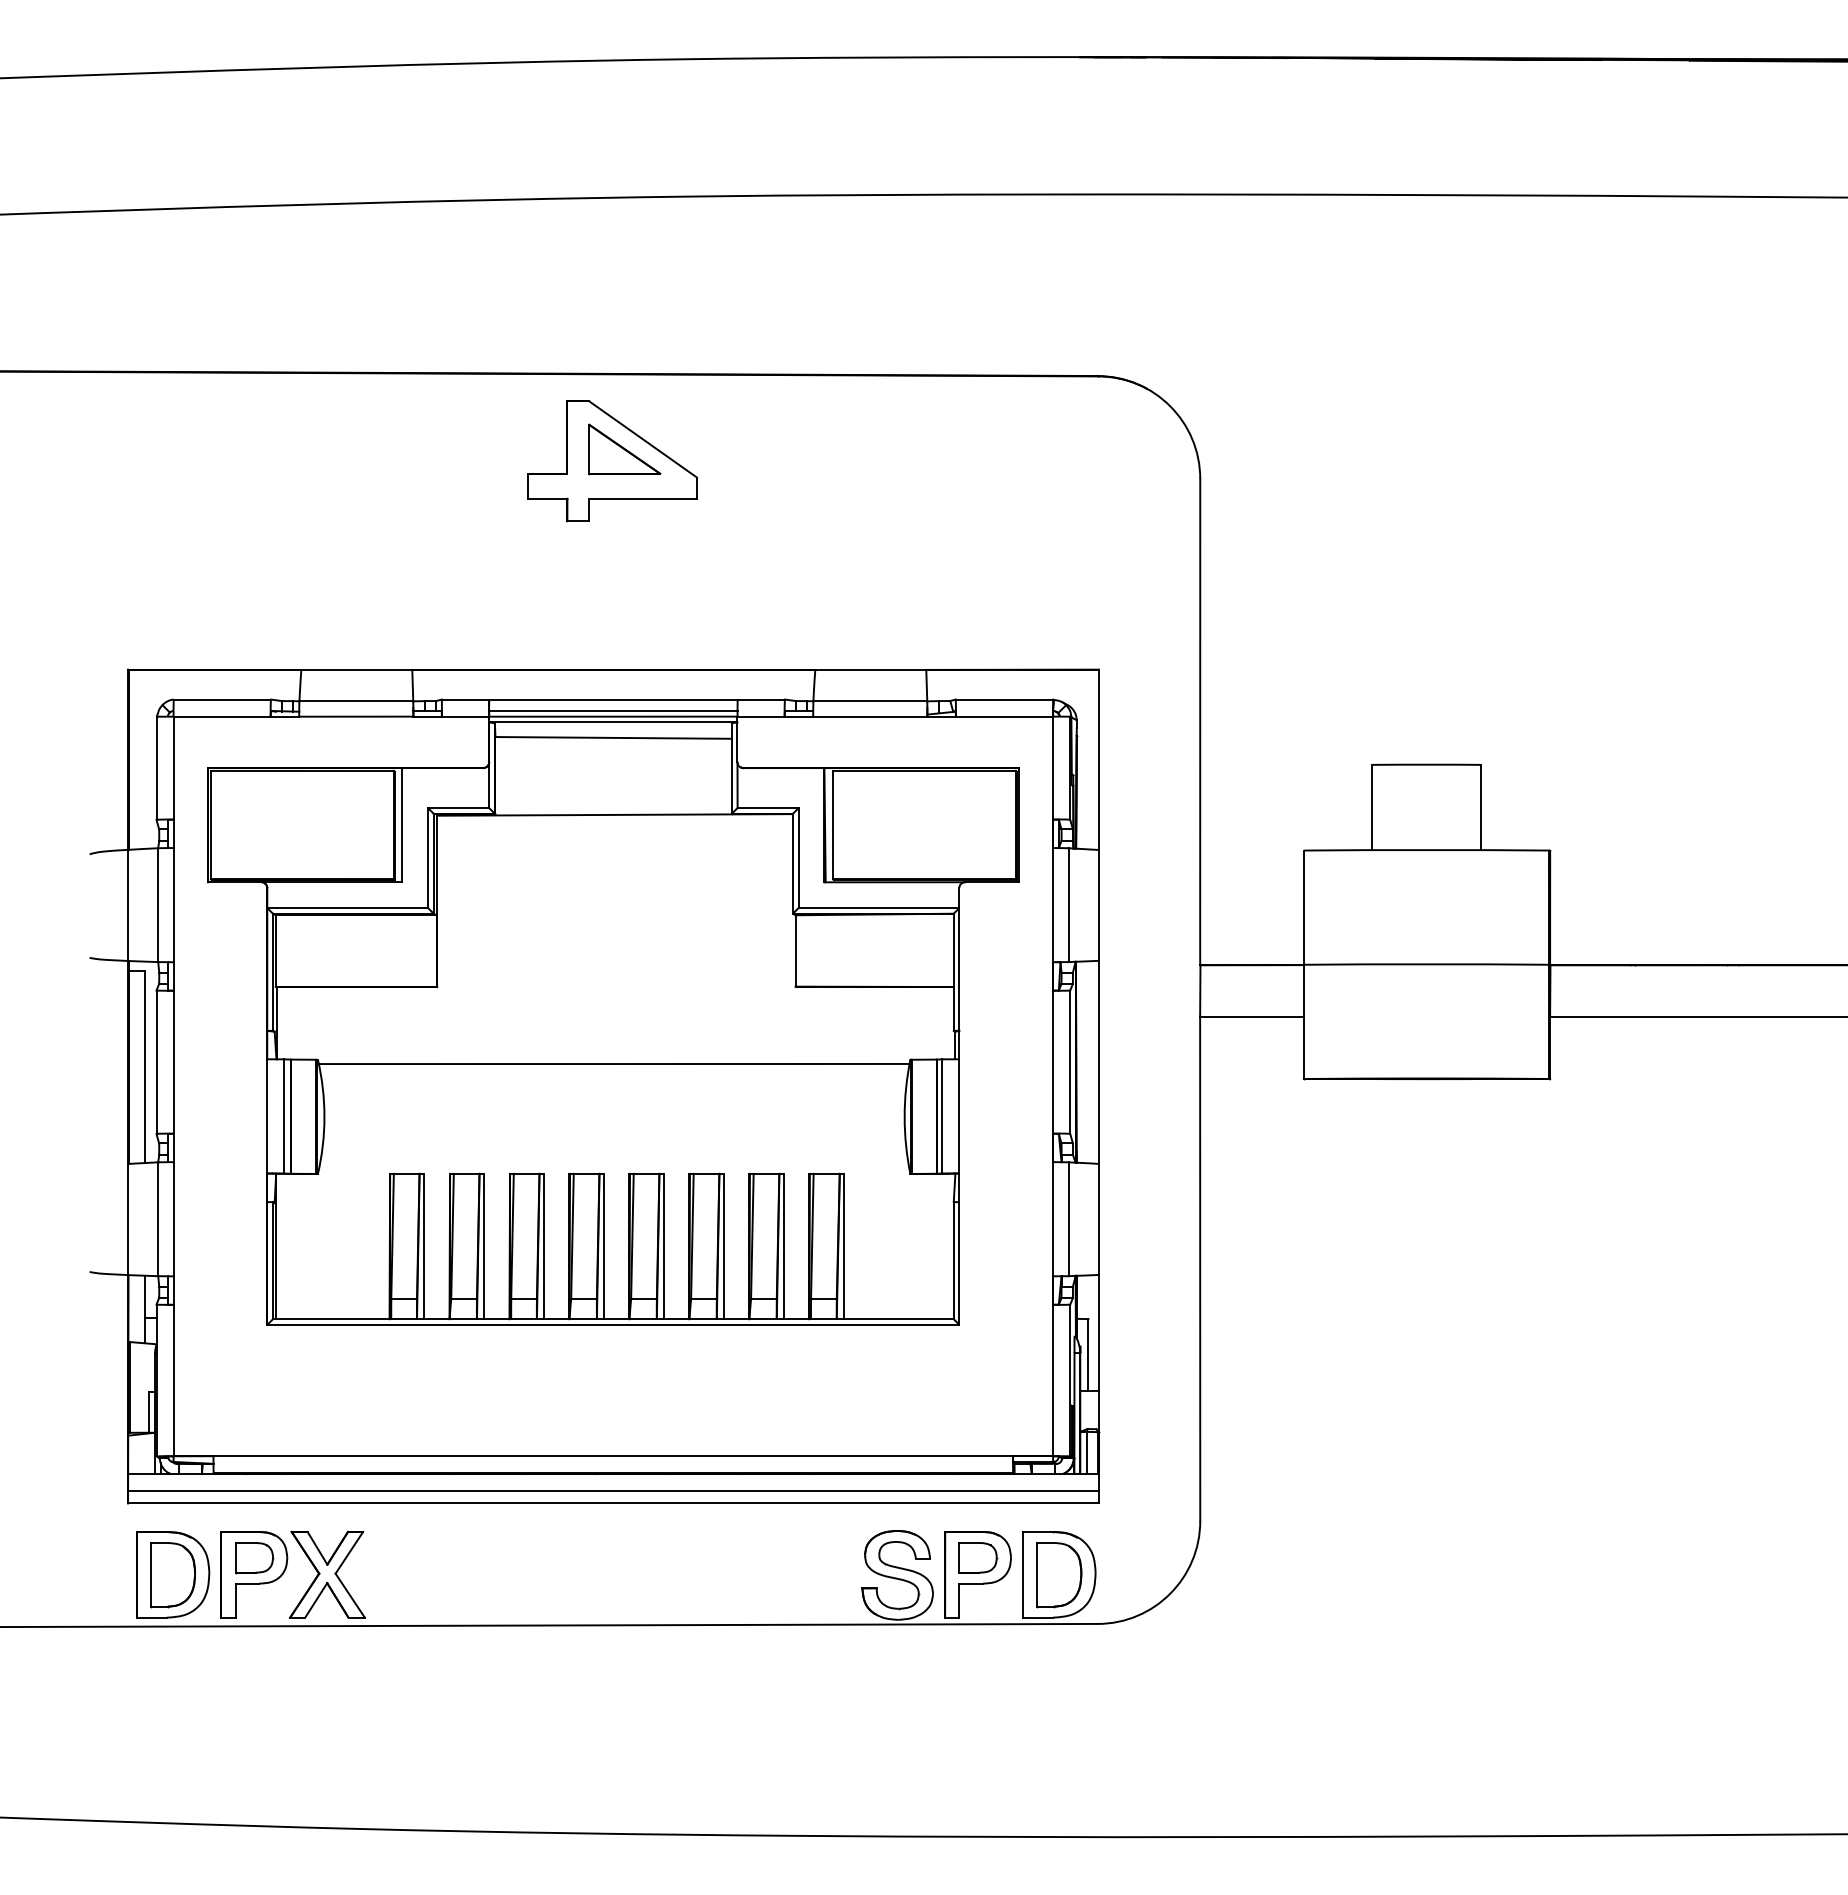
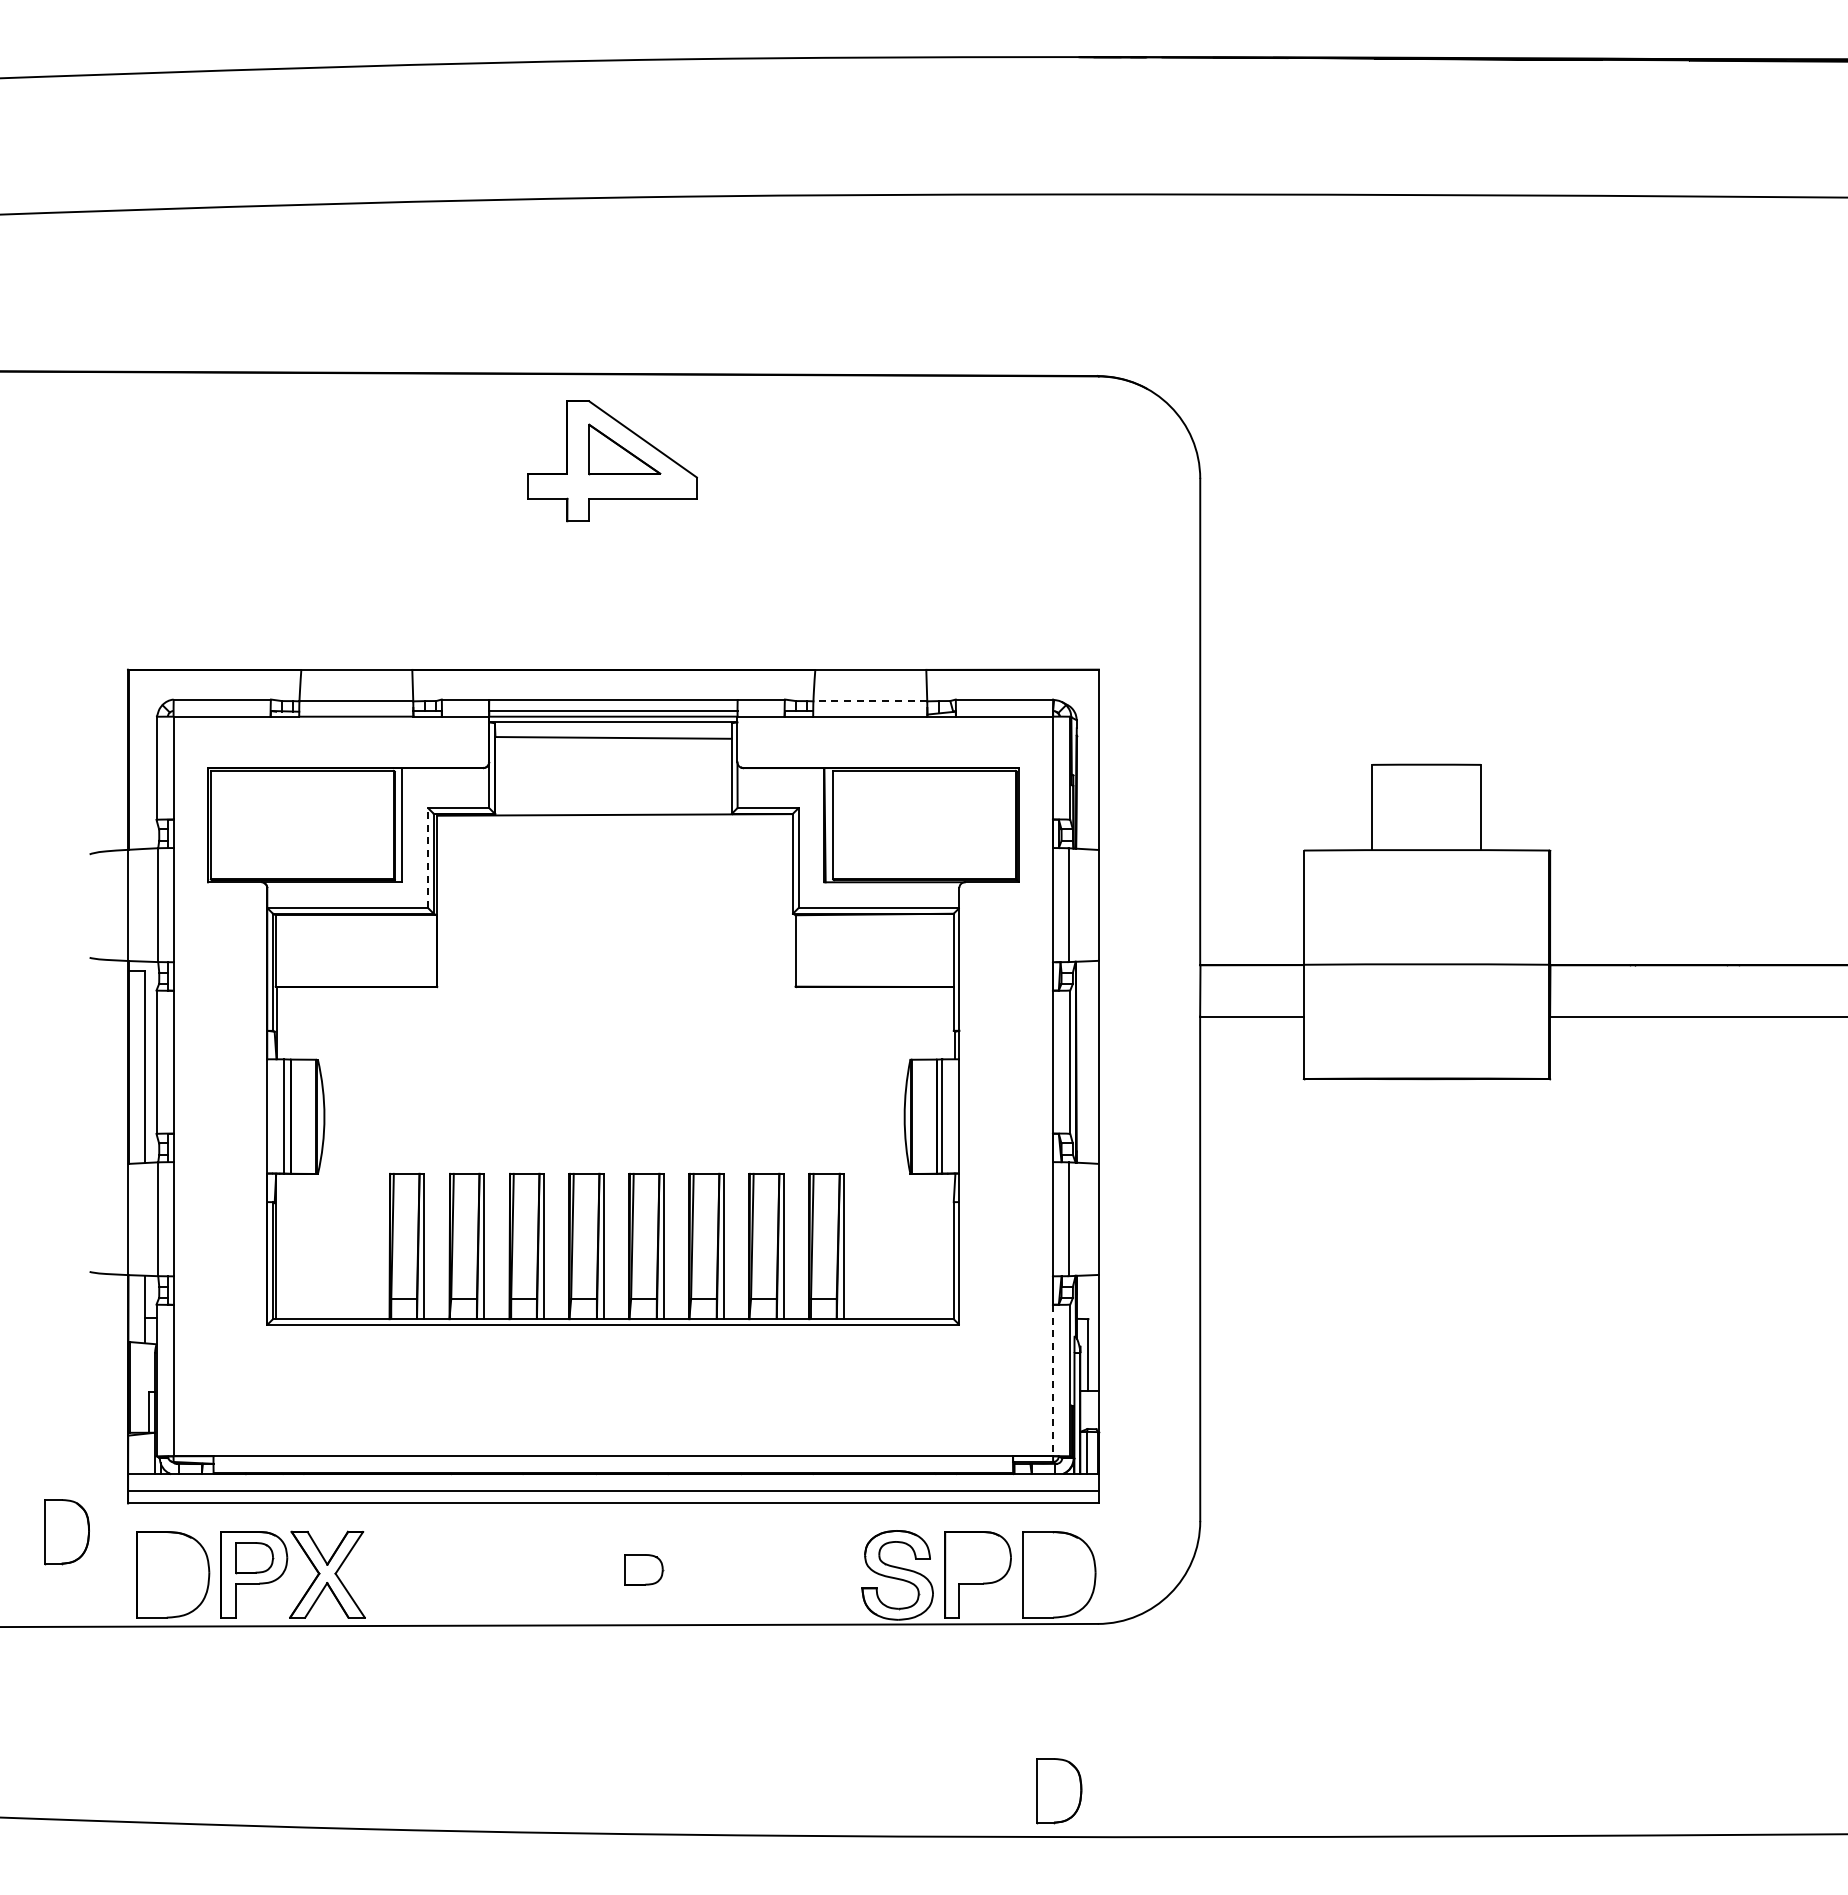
line at (870, 701): solid -> dashed
line at (428, 858): solid -> dashed
line at (613, 1063): present -> none
line at (1053, 1380): solid -> dashed
part at (978, 1557) position: (978, 1557) -> (644, 1569)
part at (172, 1575) position: (172, 1575) -> (66, 1532)
part at (1059, 1575) position: (1059, 1575) -> (1059, 1791)
